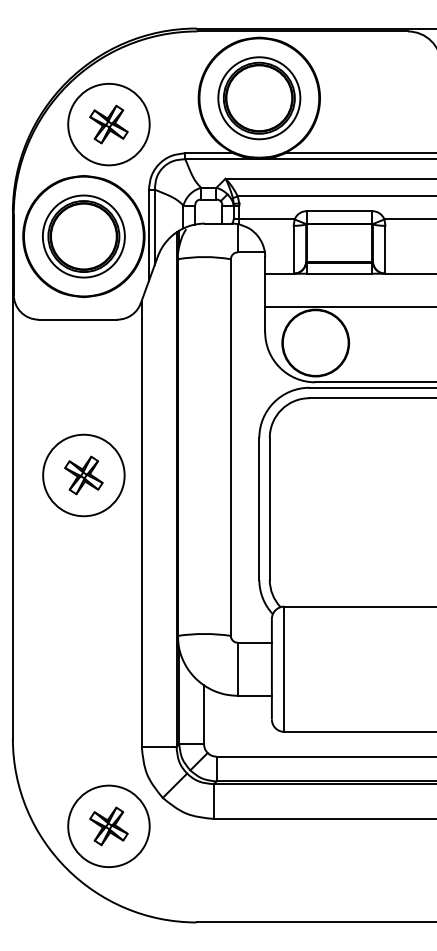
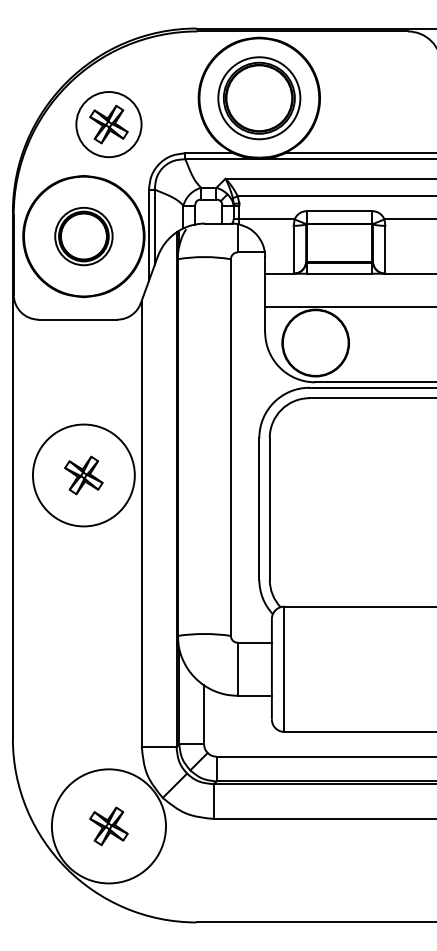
circle at (108, 124) diameter: 81 px -> 65 px
part at (83, 236) size: 84x85 px -> 60x61 px
circle at (83, 475) diameter: 81 px -> 102 px
circle at (108, 826) diameter: 81 px -> 114 px
